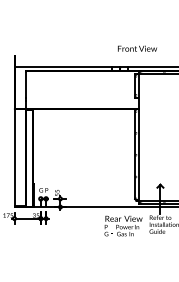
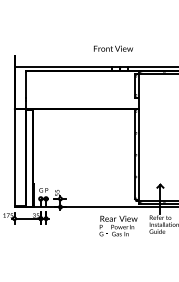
text at (137, 48) position: (137, 48) -> (113, 48)
text at (123, 225) position: (123, 225) -> (118, 225)
